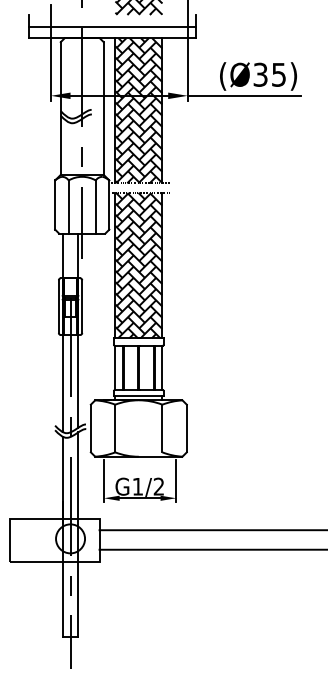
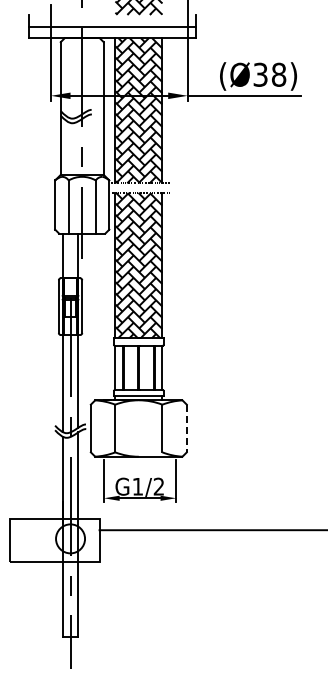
text at (279, 74): (Ø35) -> (Ø38)
line at (186, 428): solid -> dashed
line at (211, 549): present -> none
